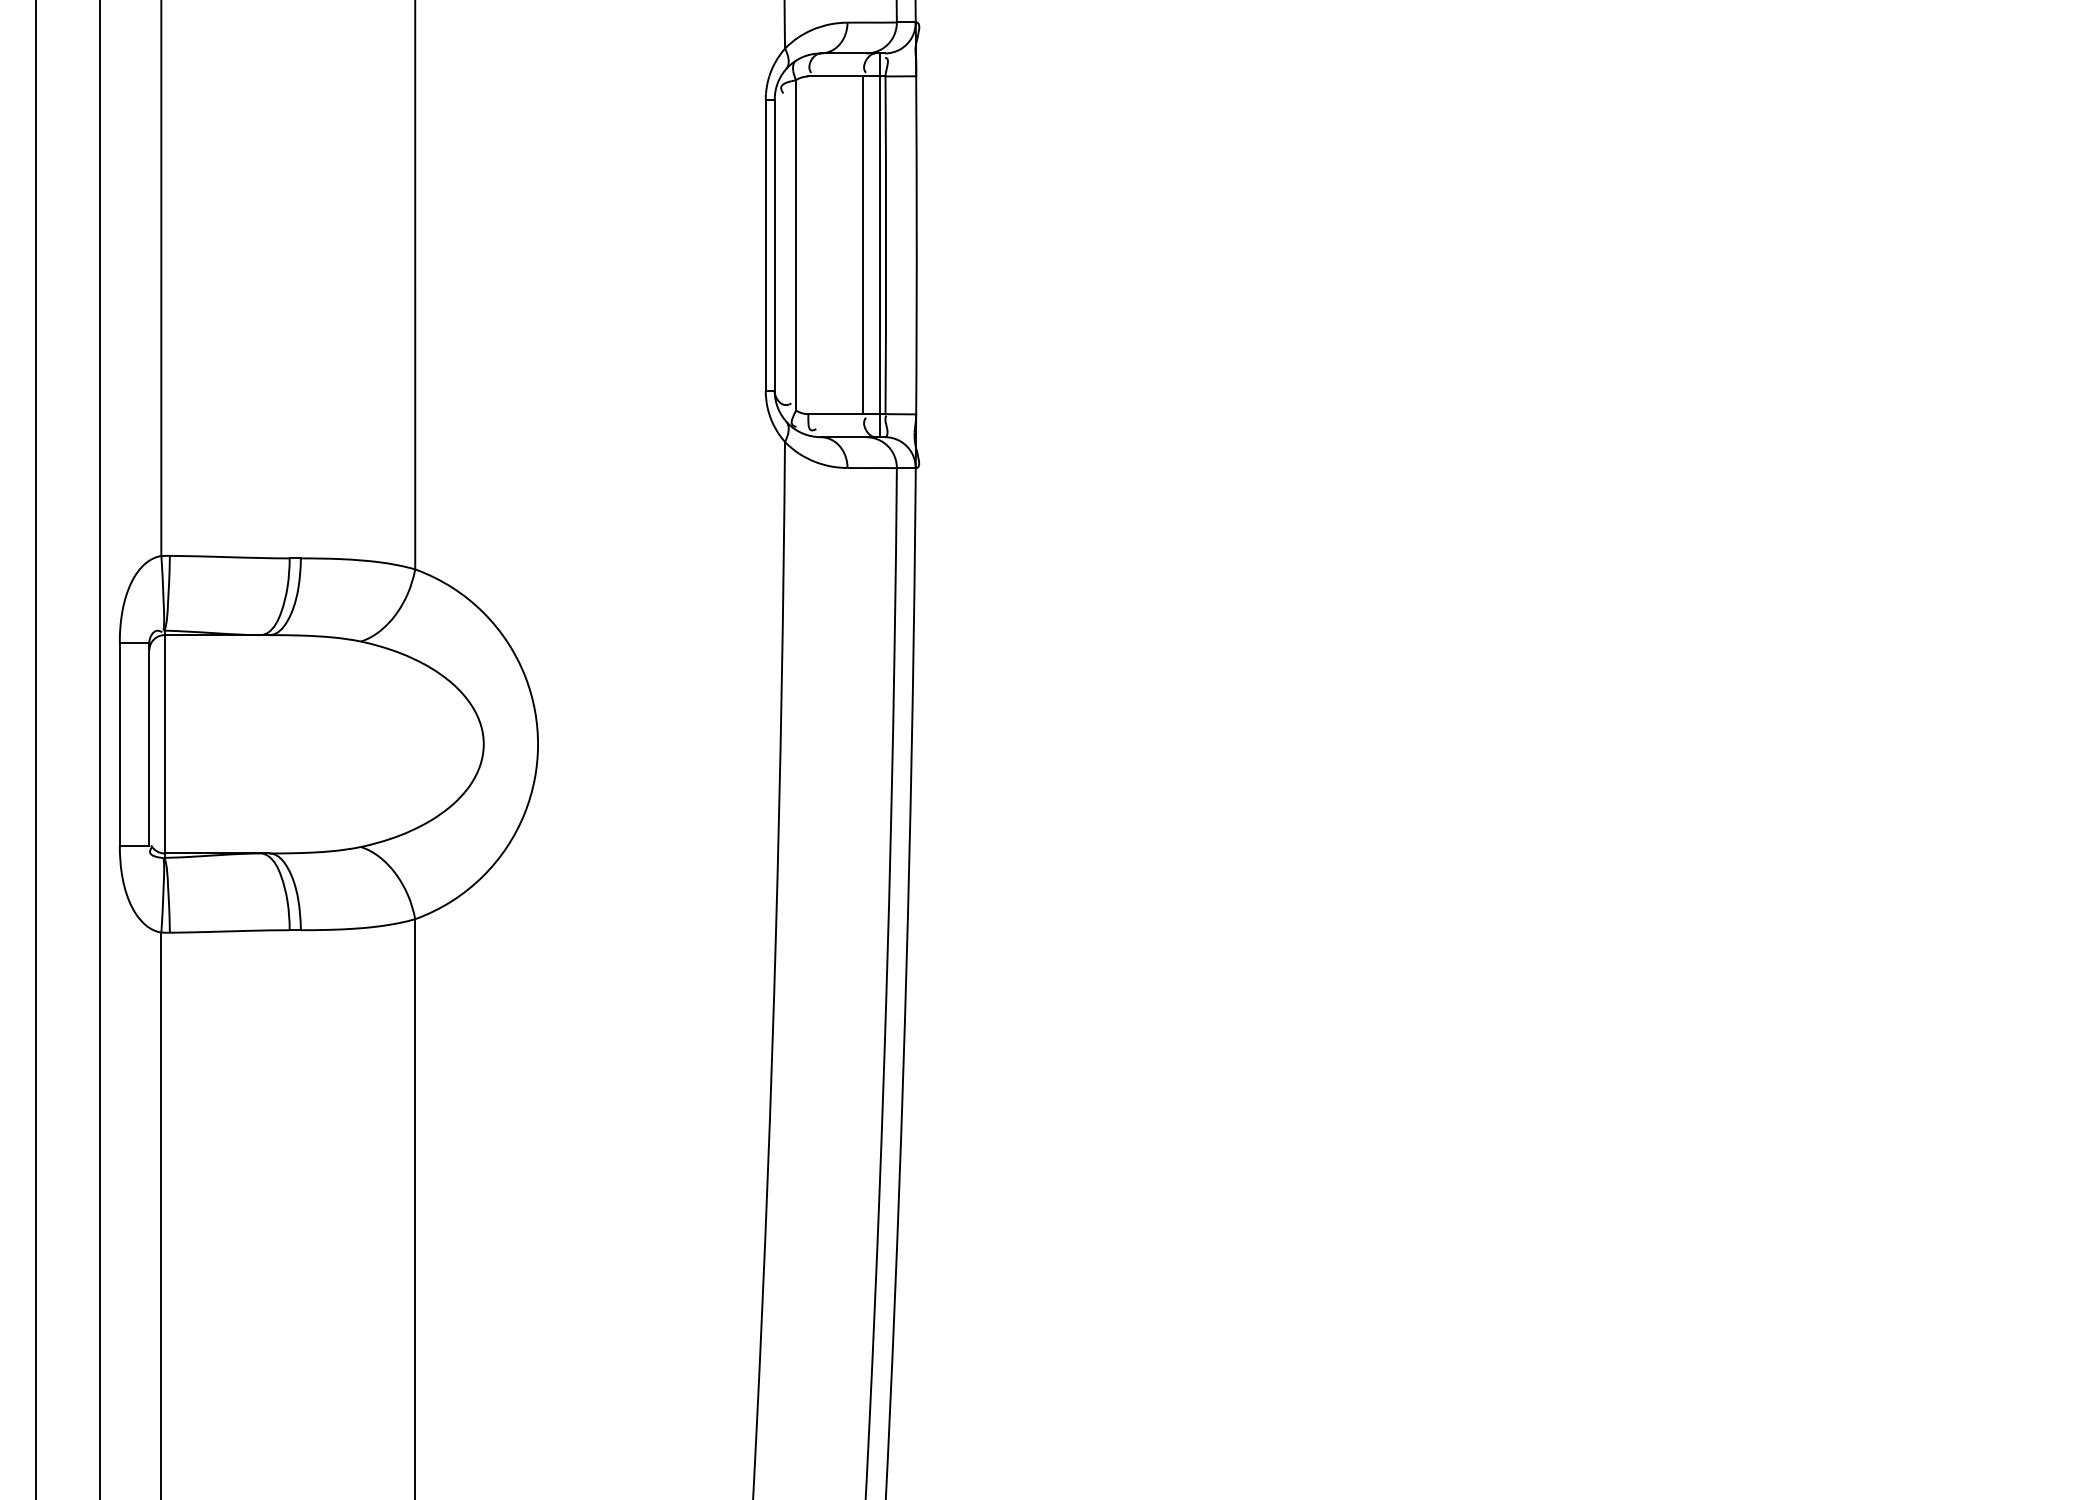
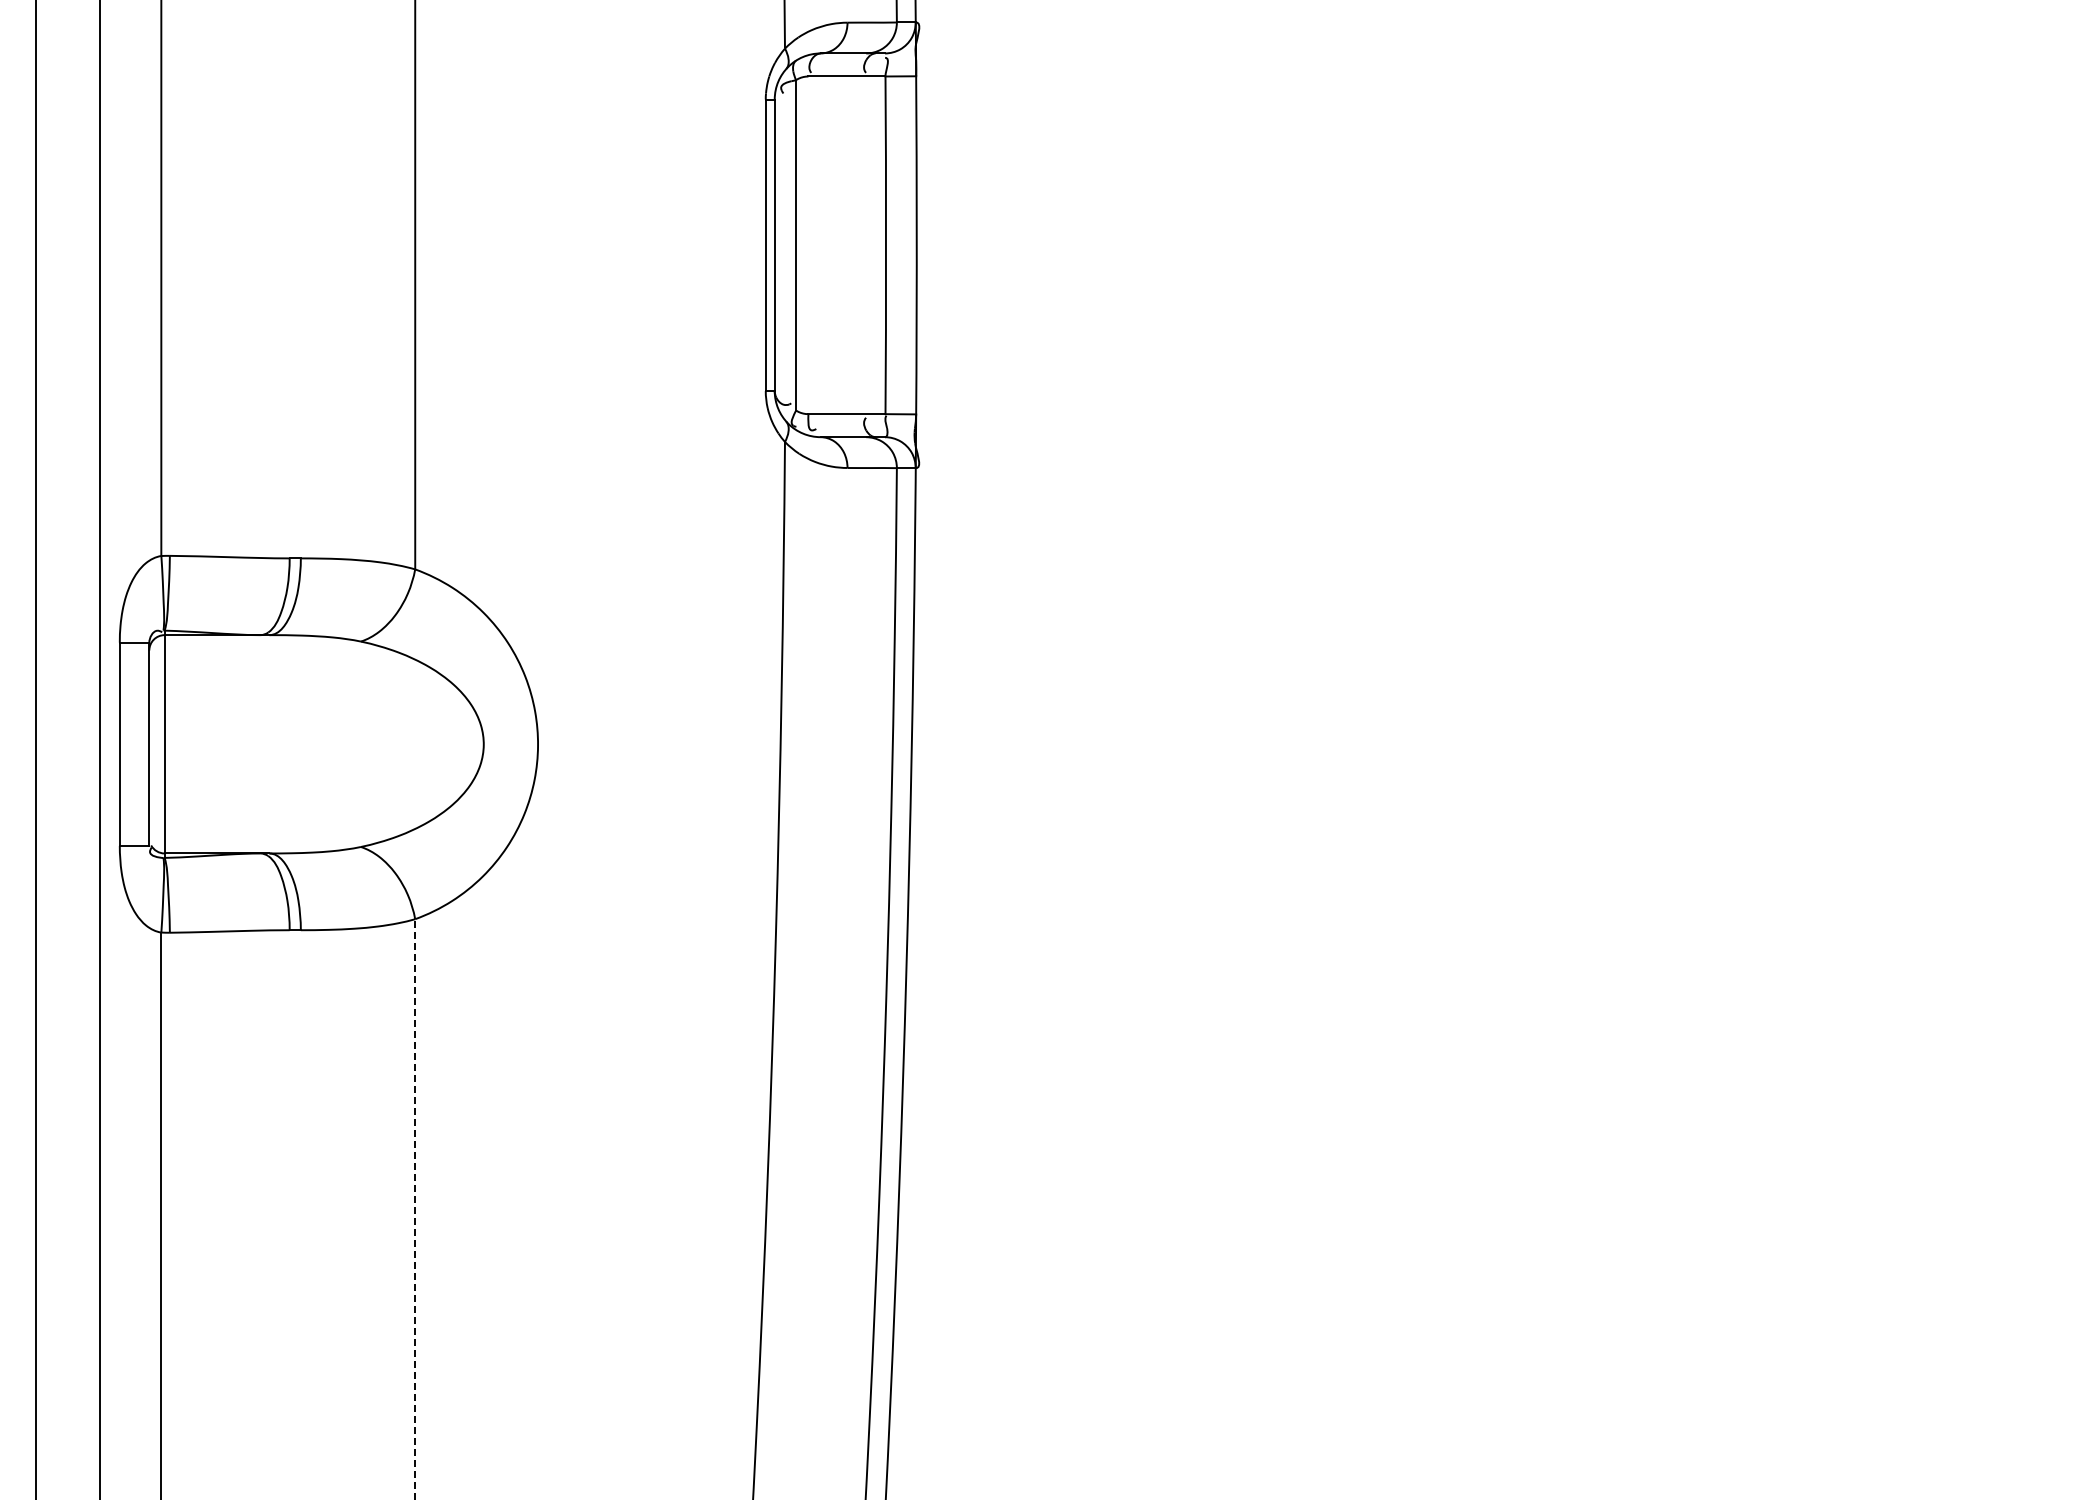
line at (863, 245): present -> none
line at (879, 245): present -> none
line at (415, 1208): solid -> dashed
